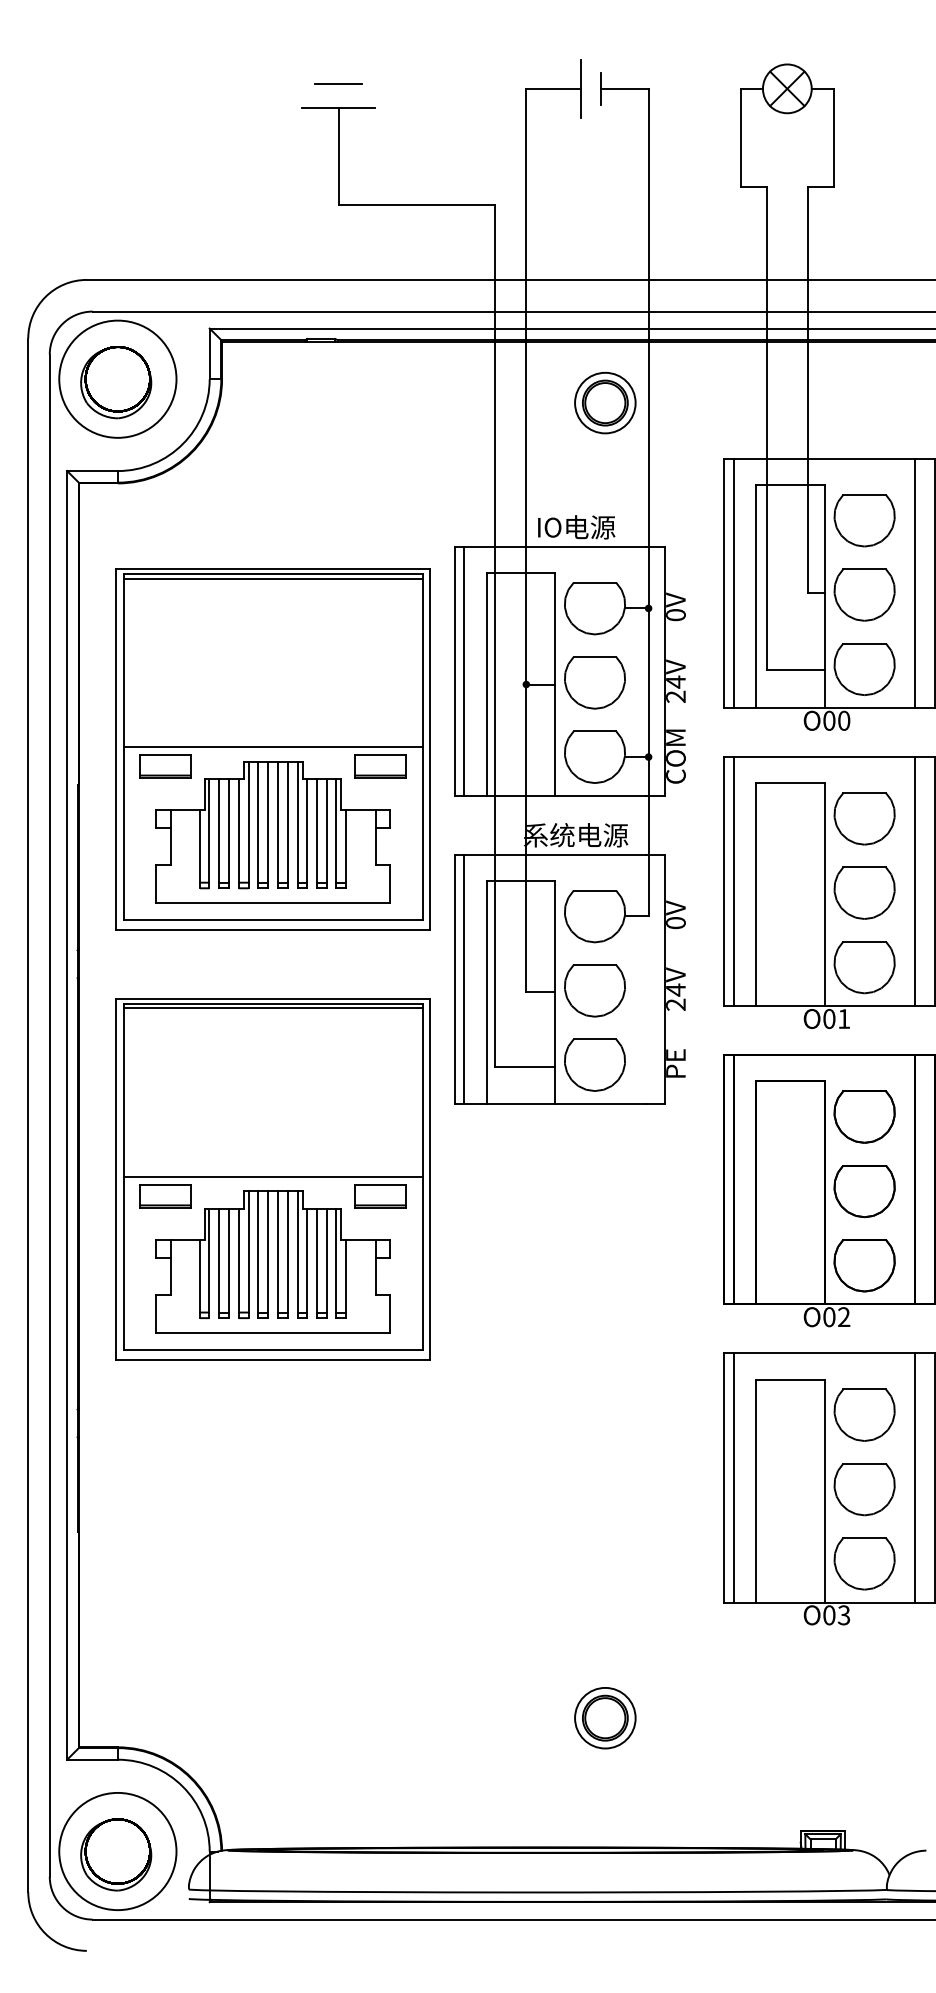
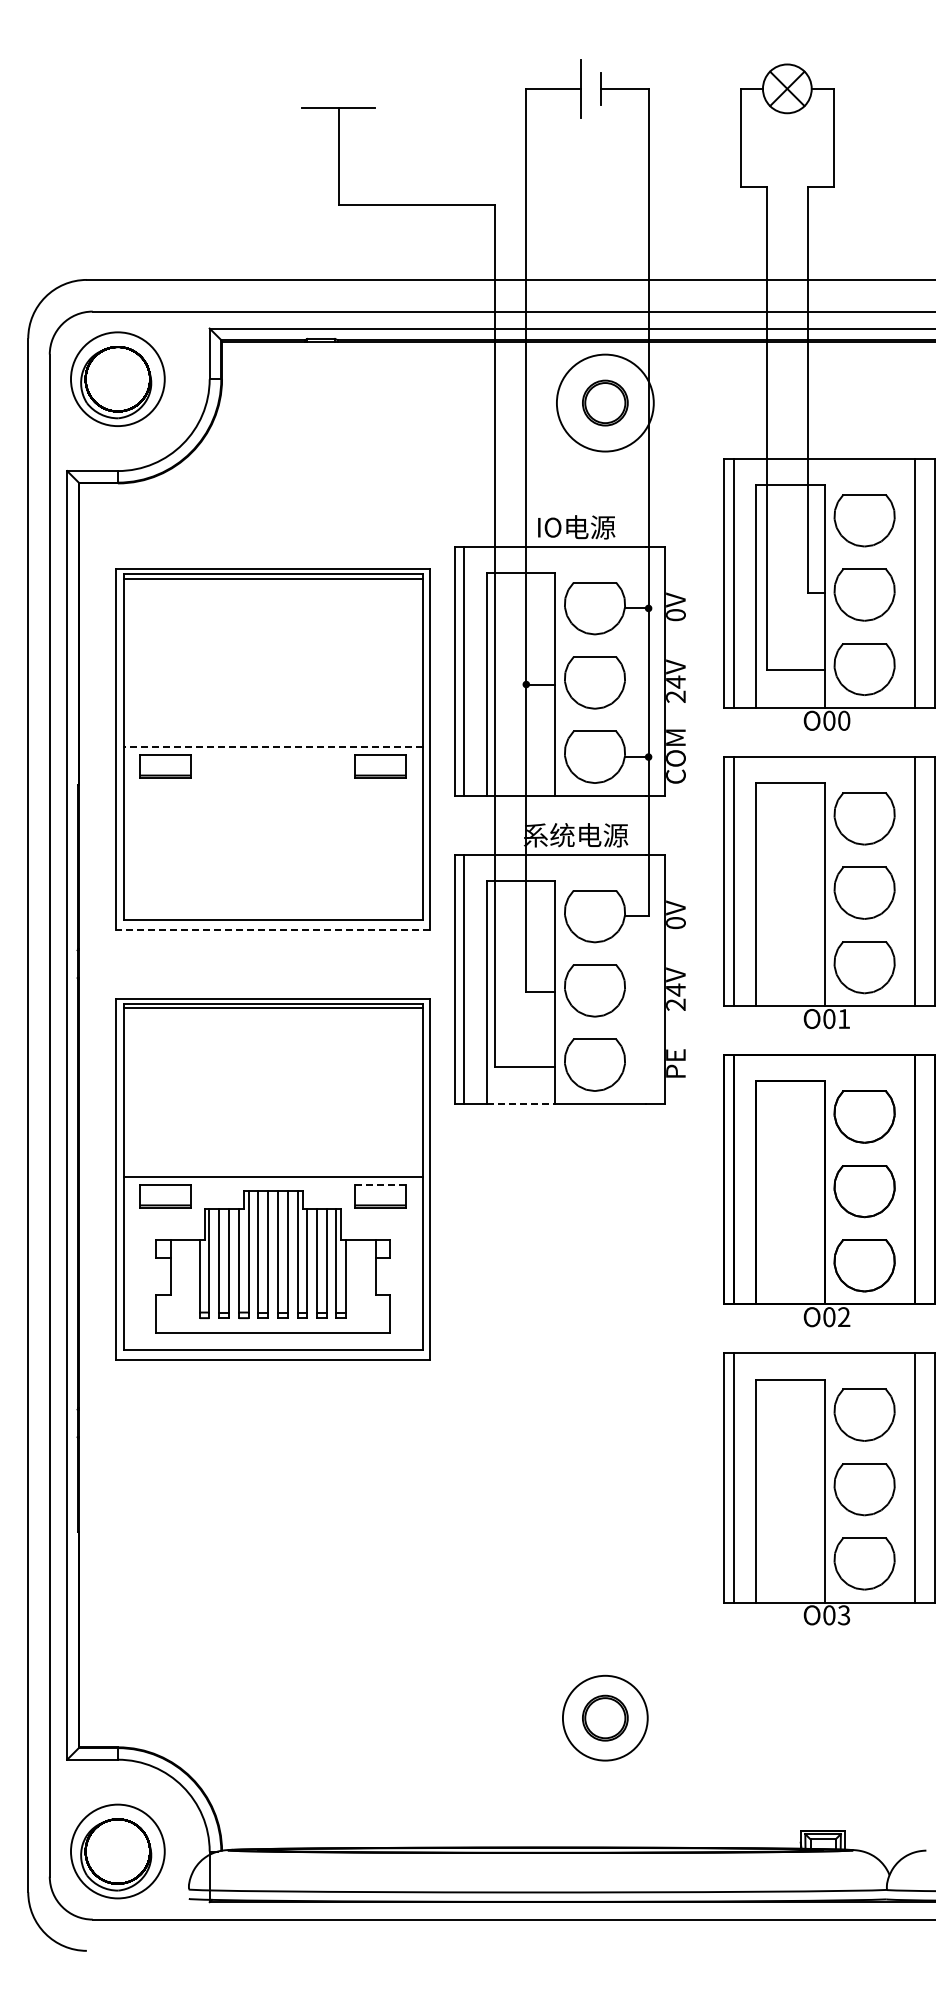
line at (338, 83): present -> none
circle at (117, 378) diameter: 117 px -> 94 px
circle at (605, 402) diameter: 61 px -> 97 px
line at (272, 746): solid -> dashed
part at (272, 832): present -> none
line at (272, 930): solid -> dashed
line at (521, 1103): solid -> dashed
line at (380, 1184): solid -> dashed
circle at (605, 1717) diameter: 61 px -> 85 px
circle at (117, 1851) diameter: 117 px -> 94 px
